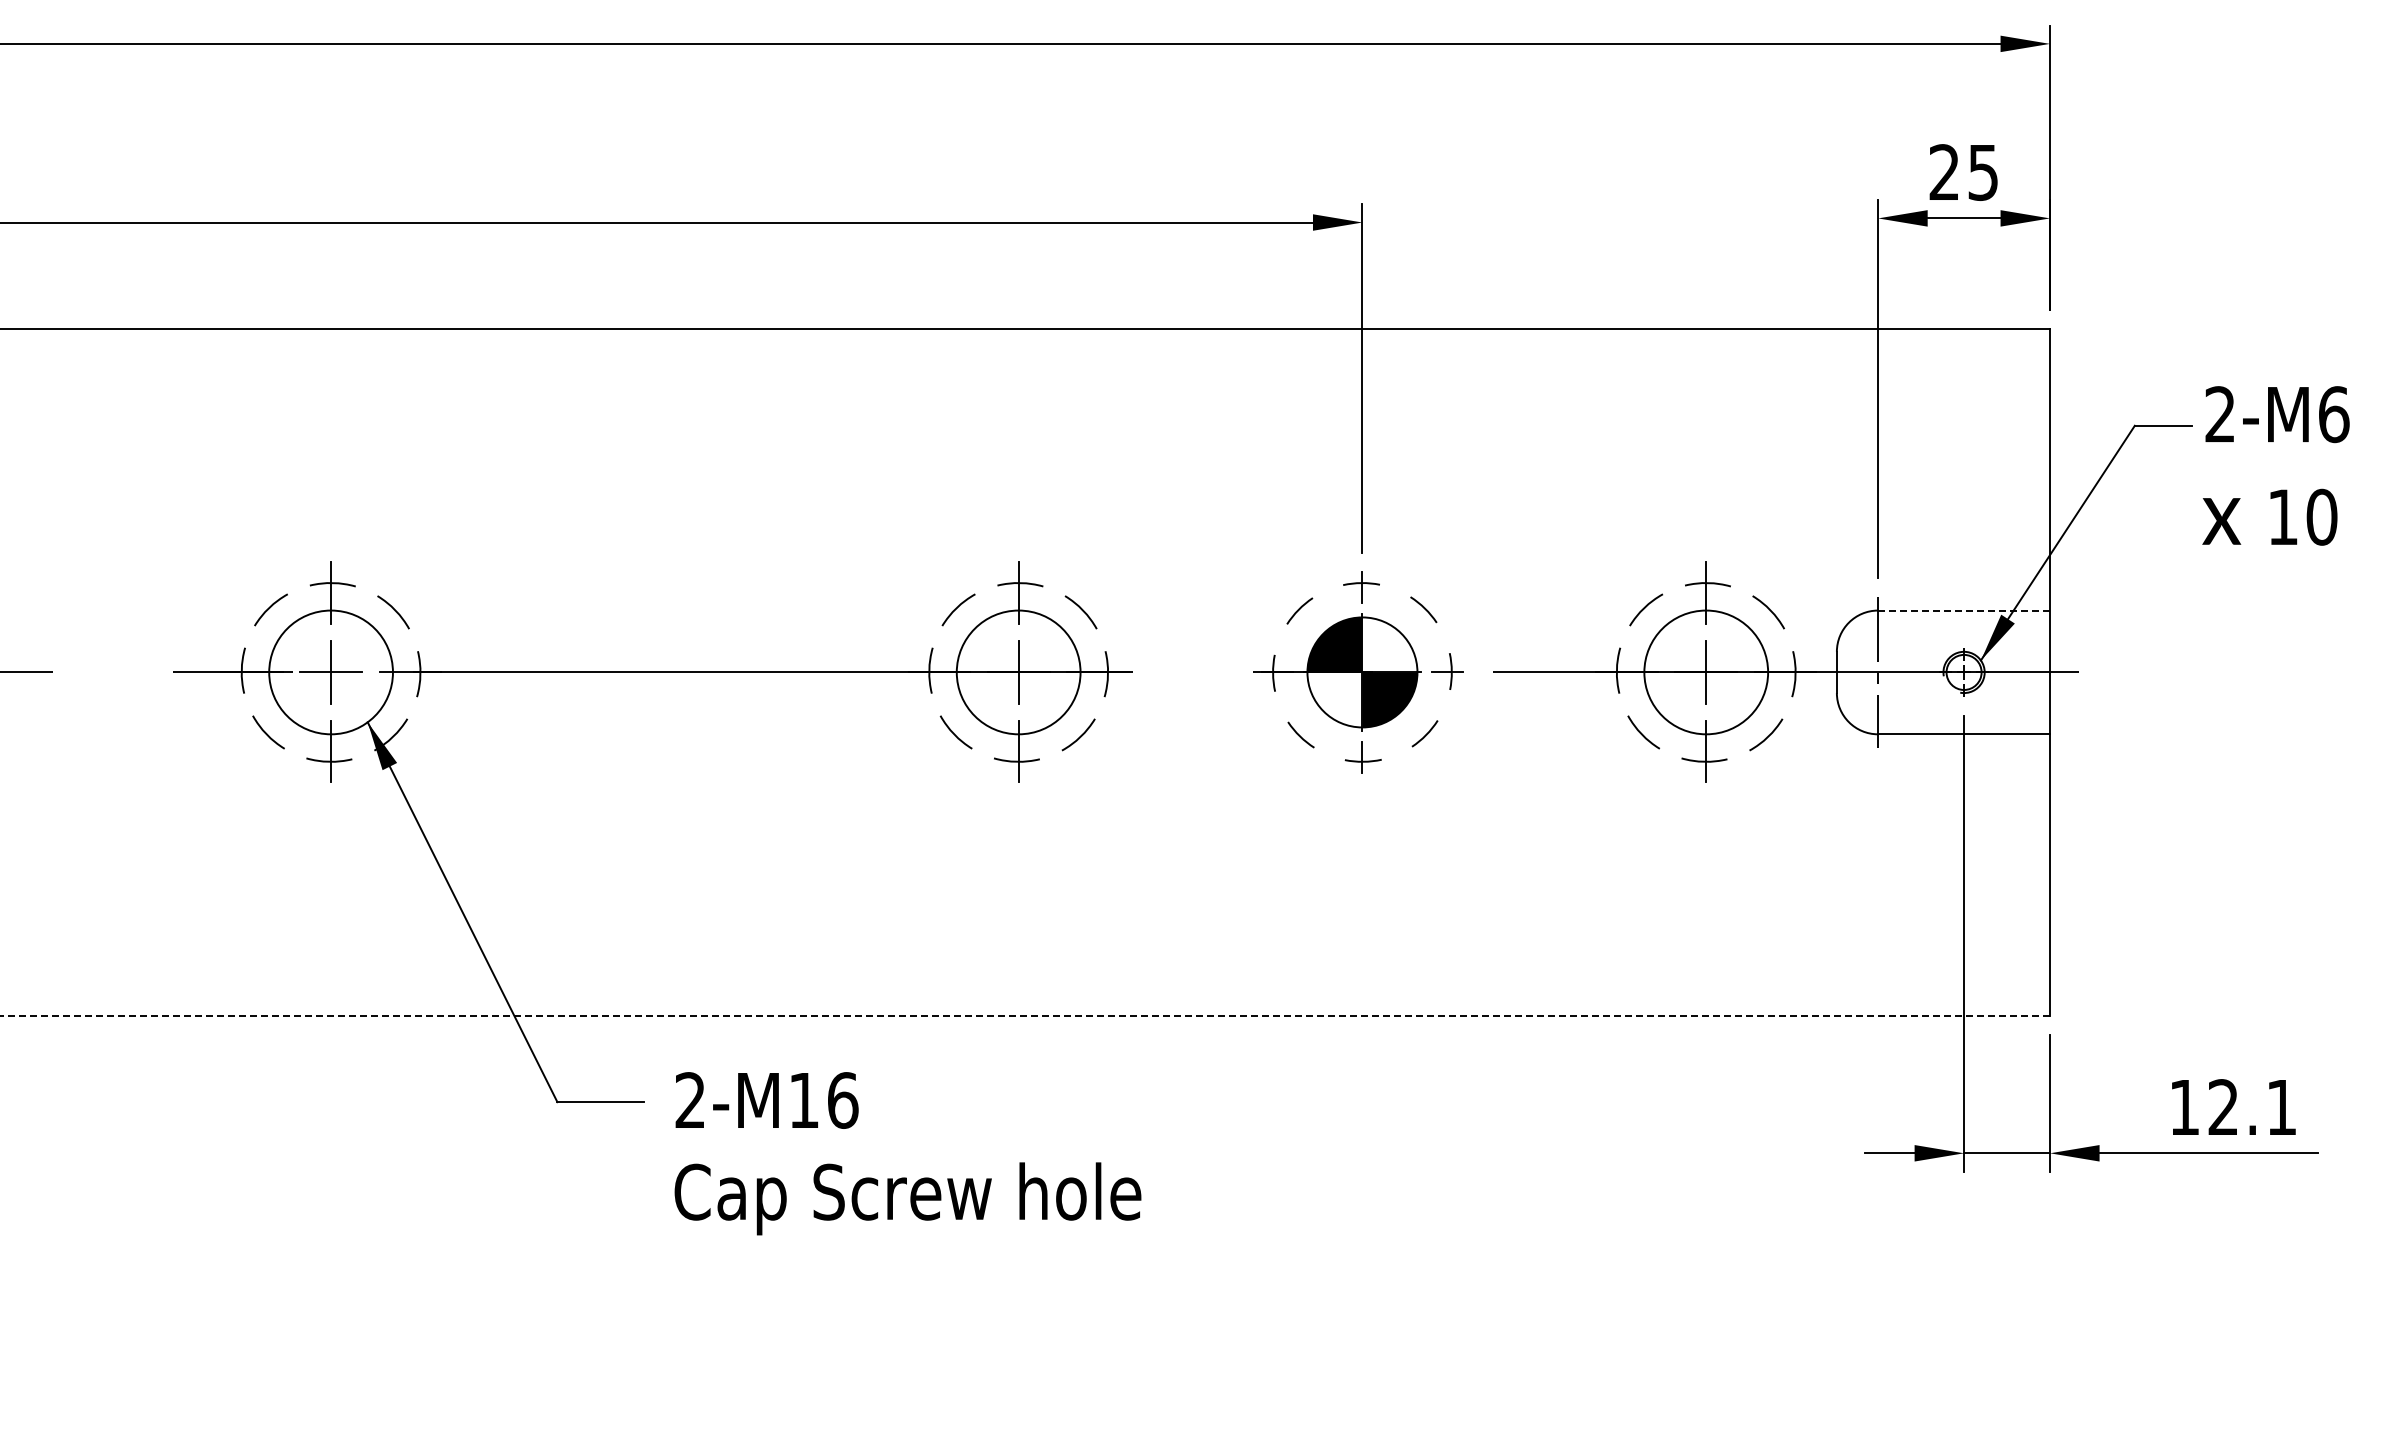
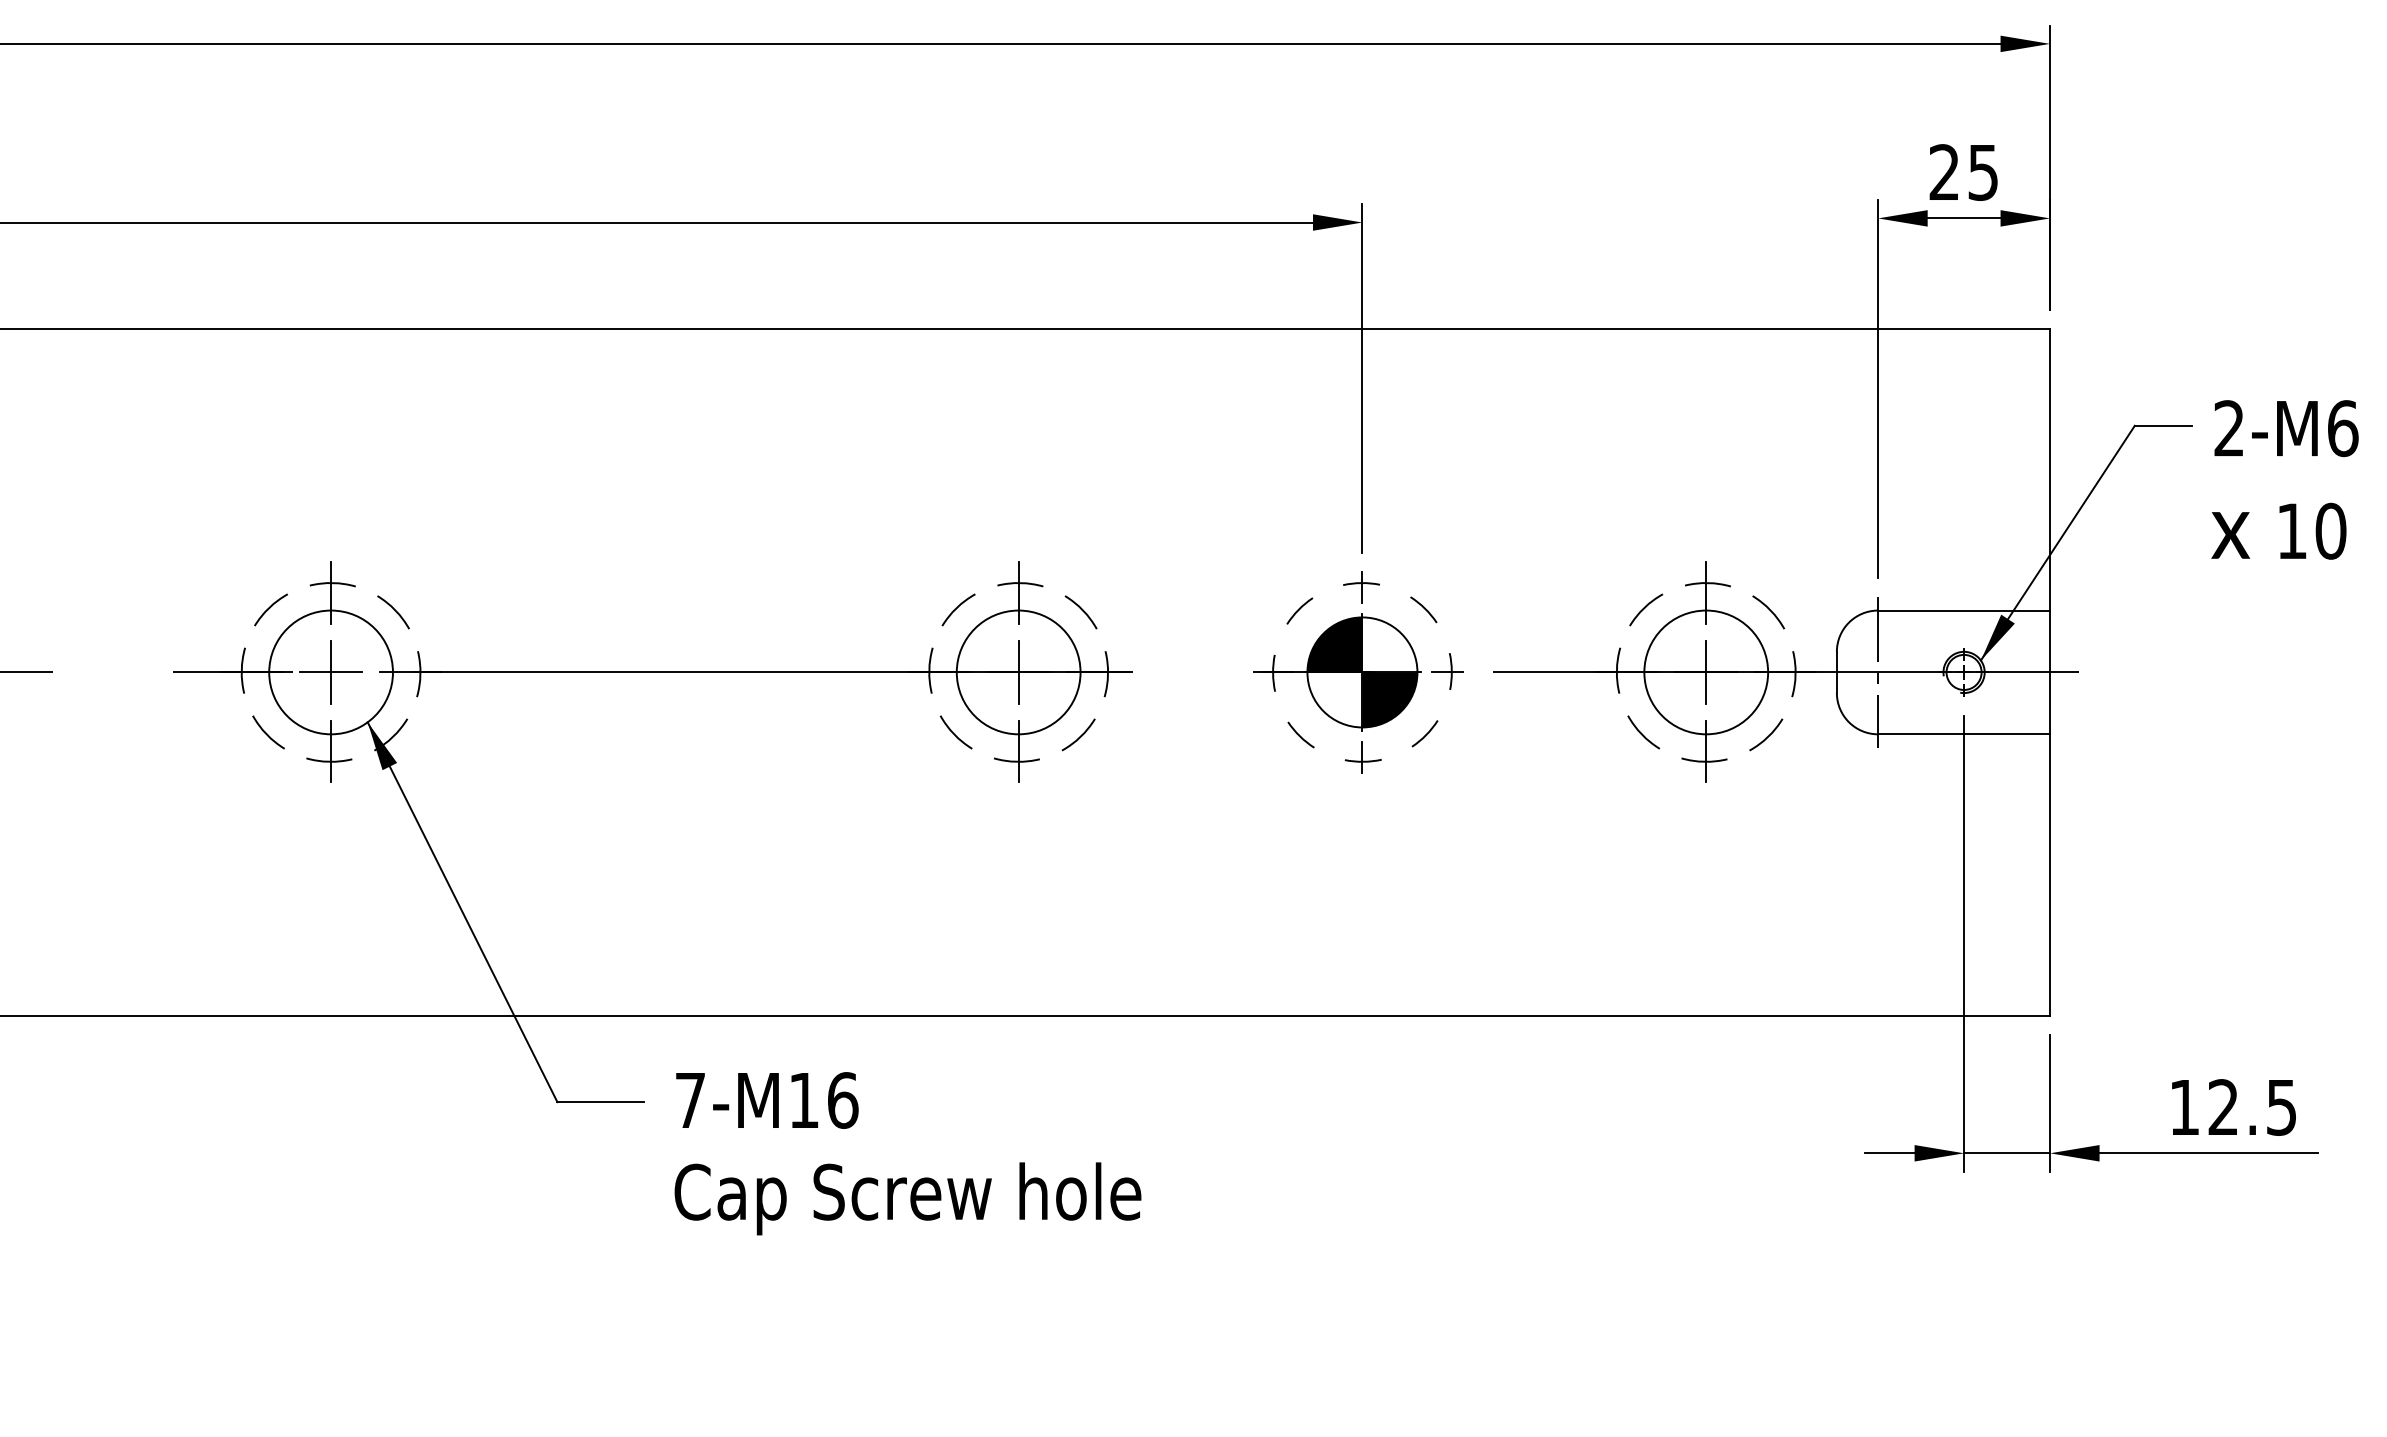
text at (2275, 465) position: (2275, 465) -> (2284, 479)
line at (1964, 610): dashed -> solid
line at (1025, 1016): dashed -> solid
text at (689, 1099): 2-M16 -> 7-M16
text at (2281, 1107): 12.1 -> 12.5
